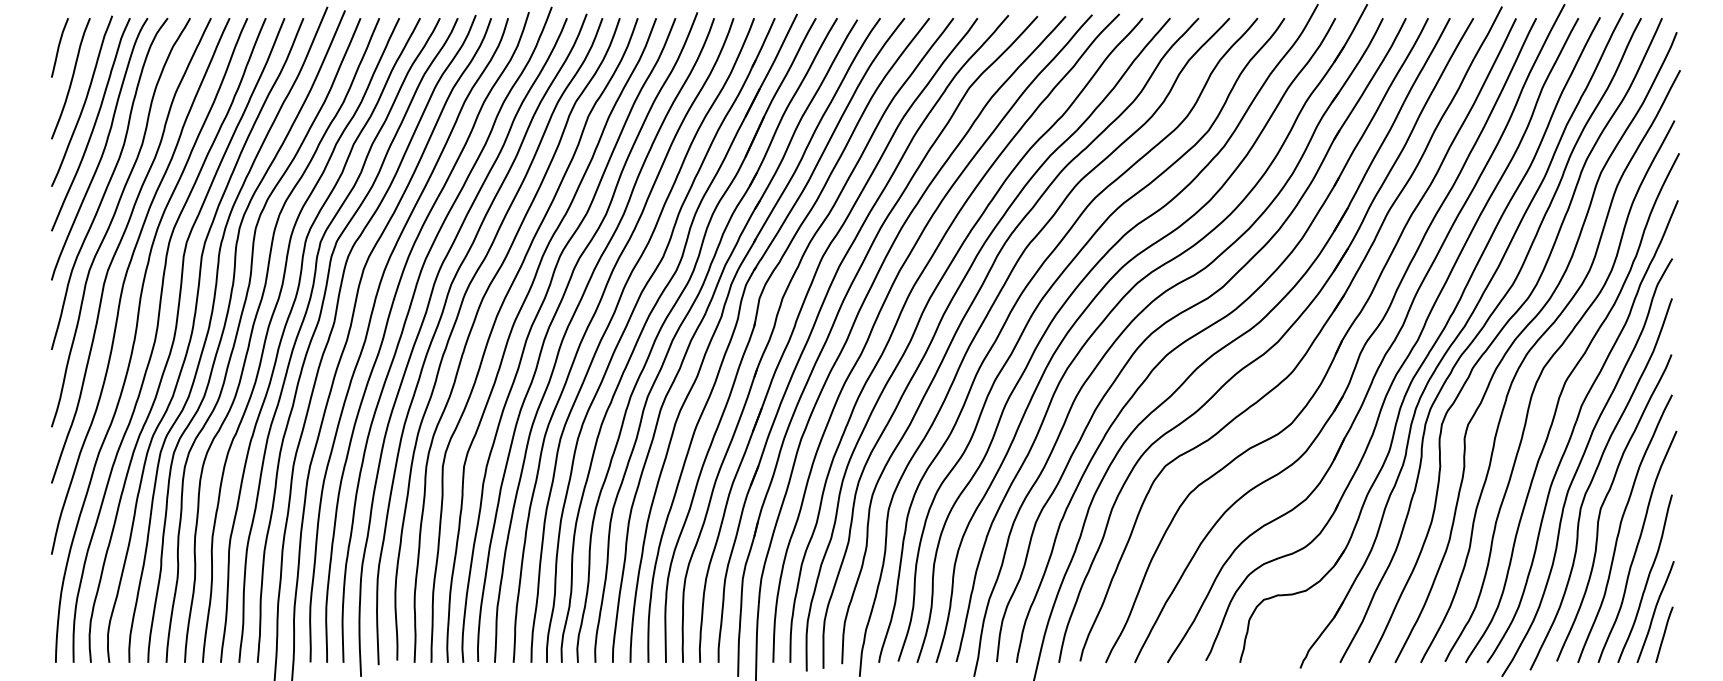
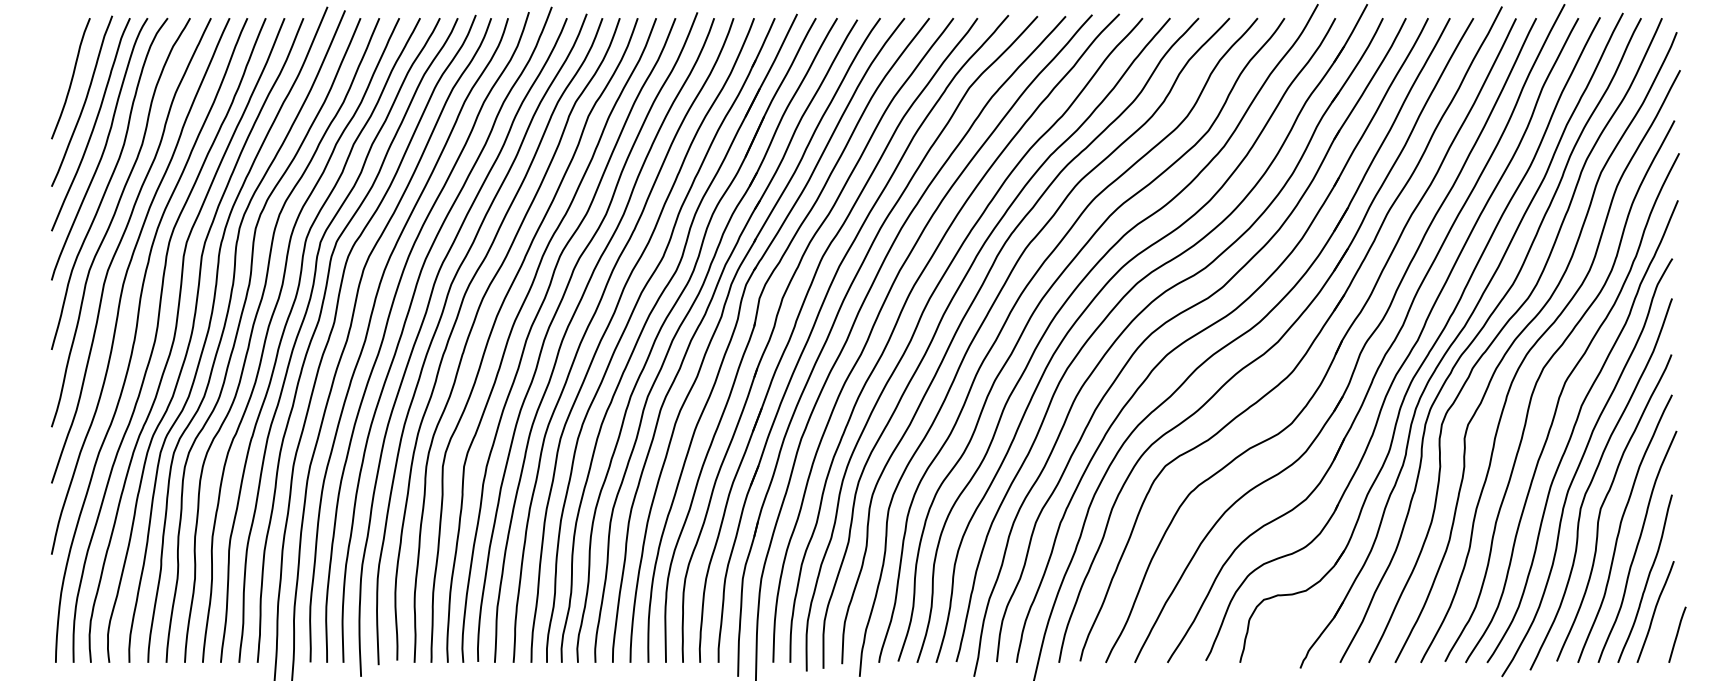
curve at (59, 47): present -> none
line at (1664, 634) position: (1664, 634) -> (1677, 634)
